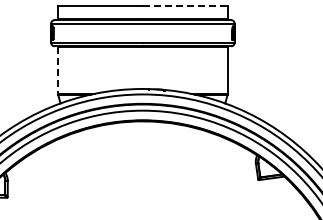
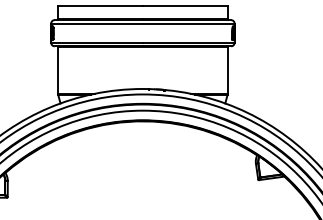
line at (185, 6): dashed -> solid
line at (58, 70): dashed -> solid
